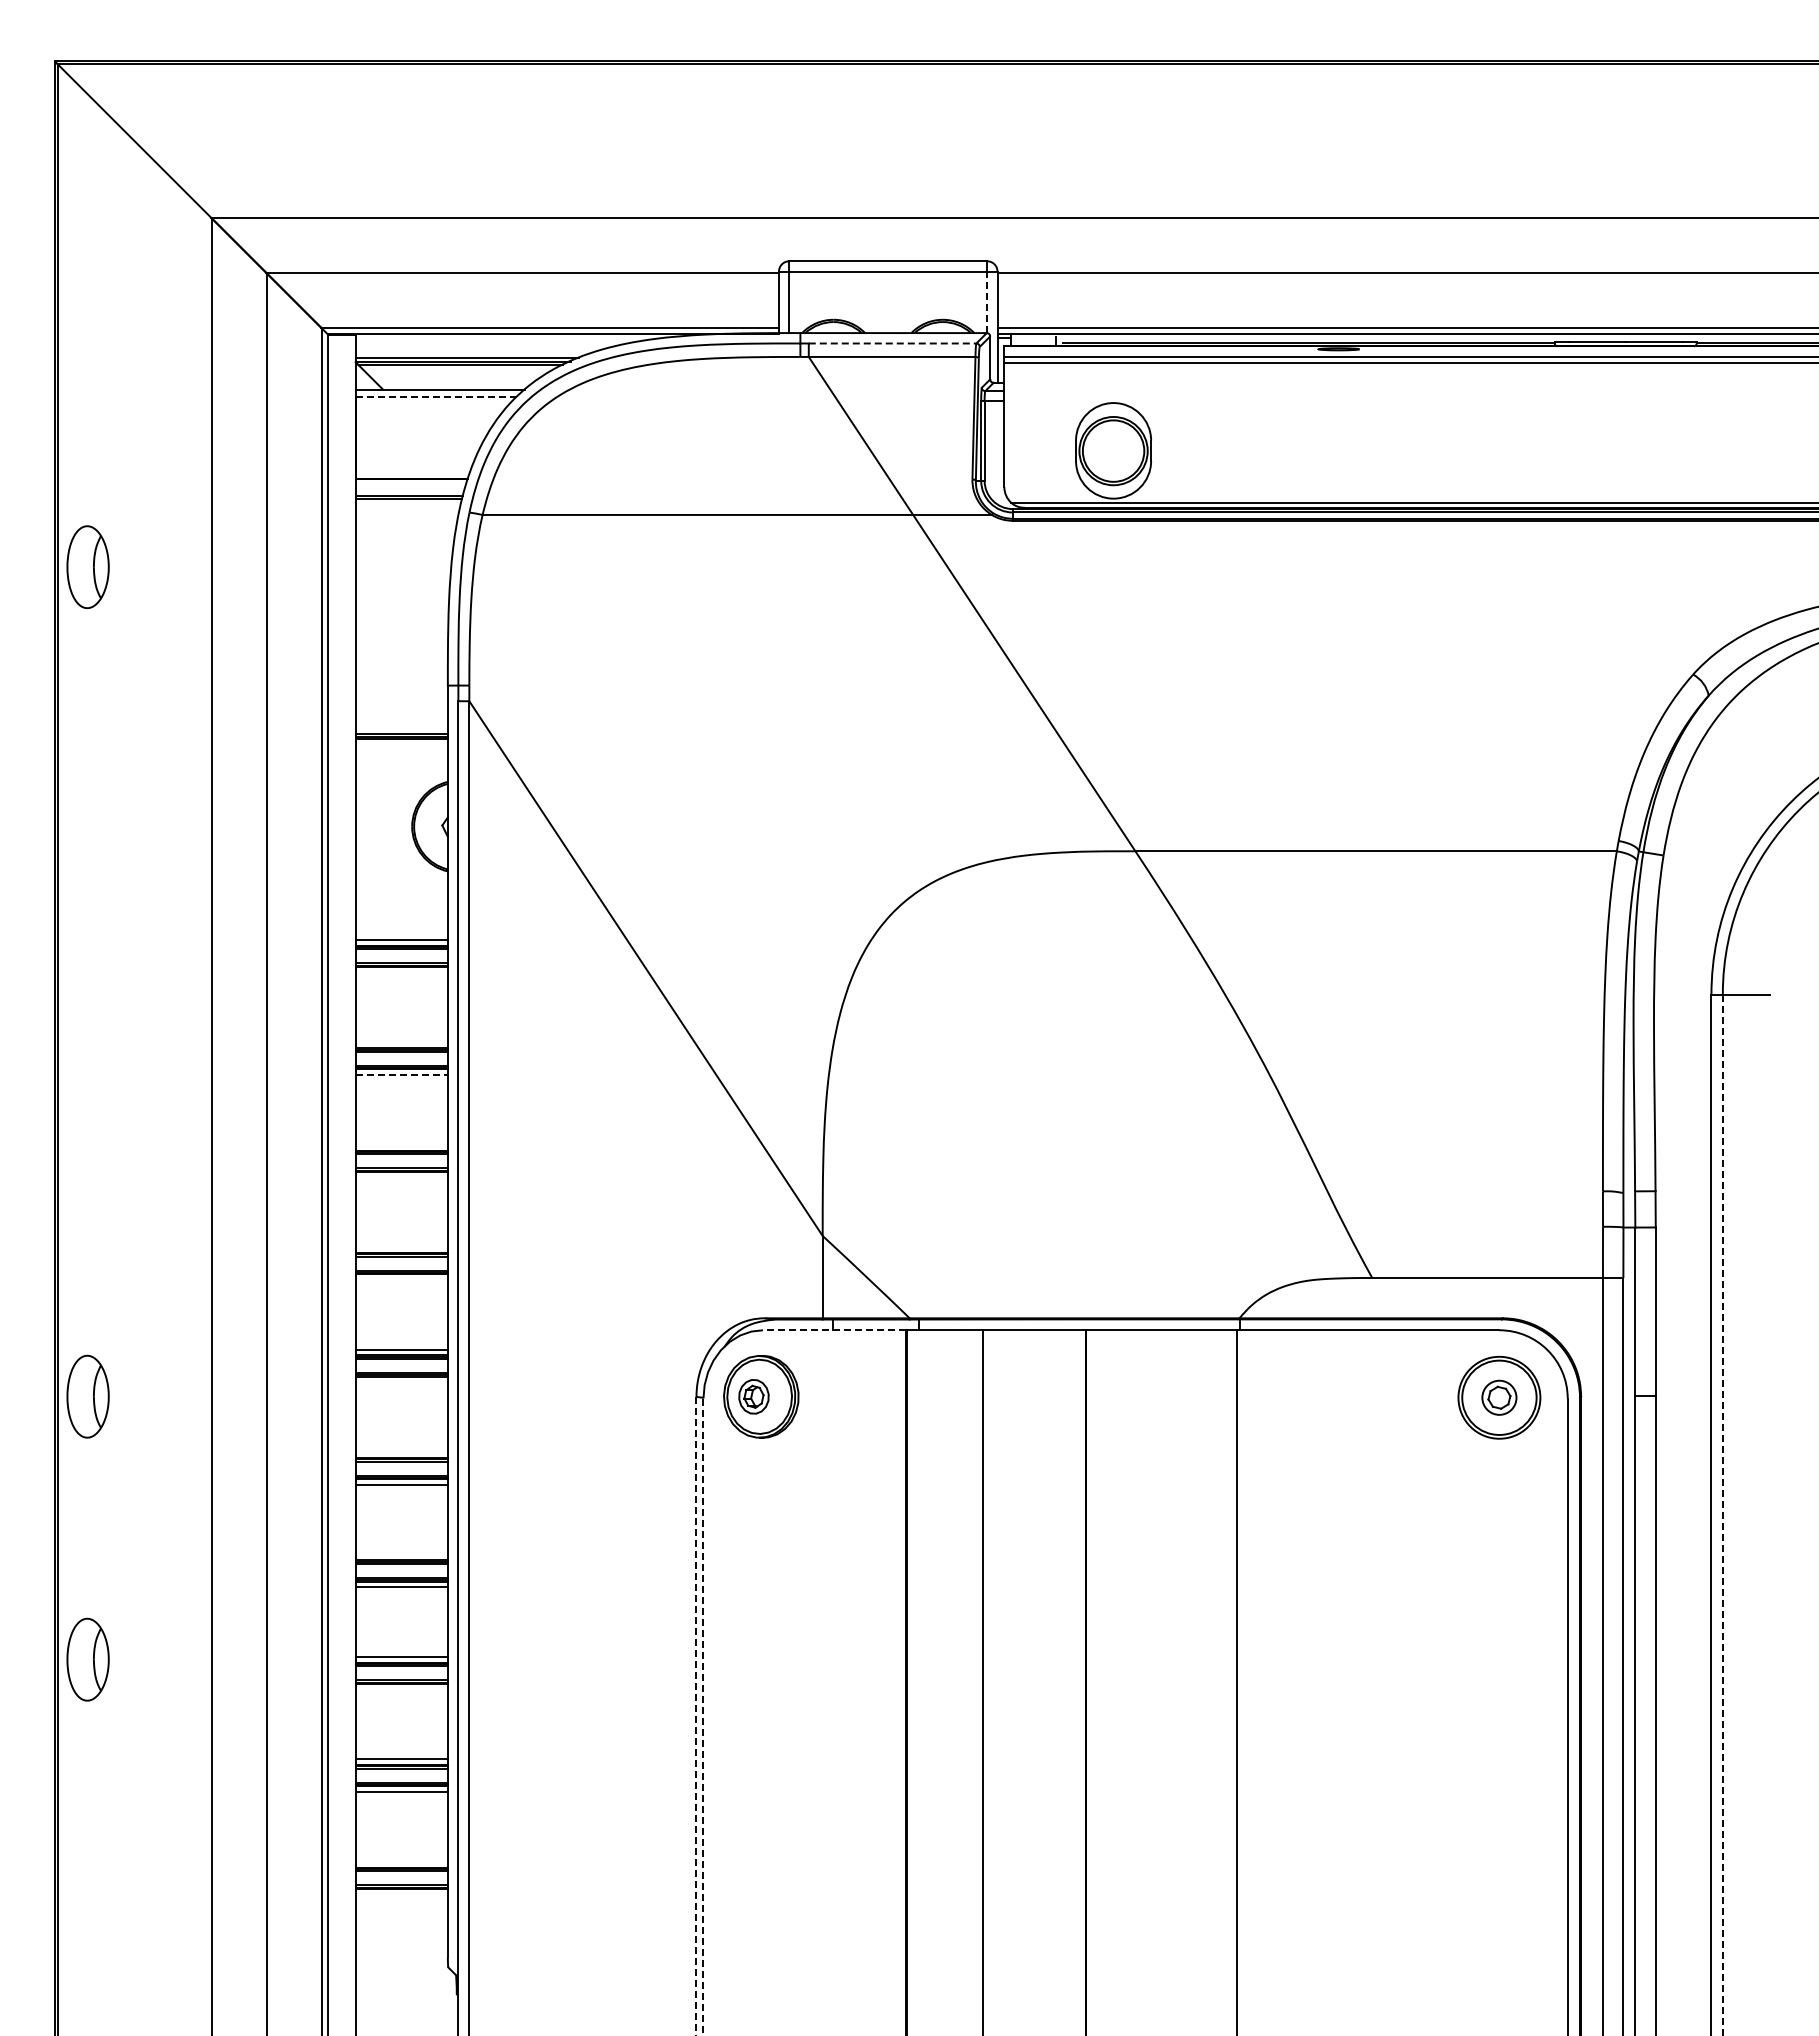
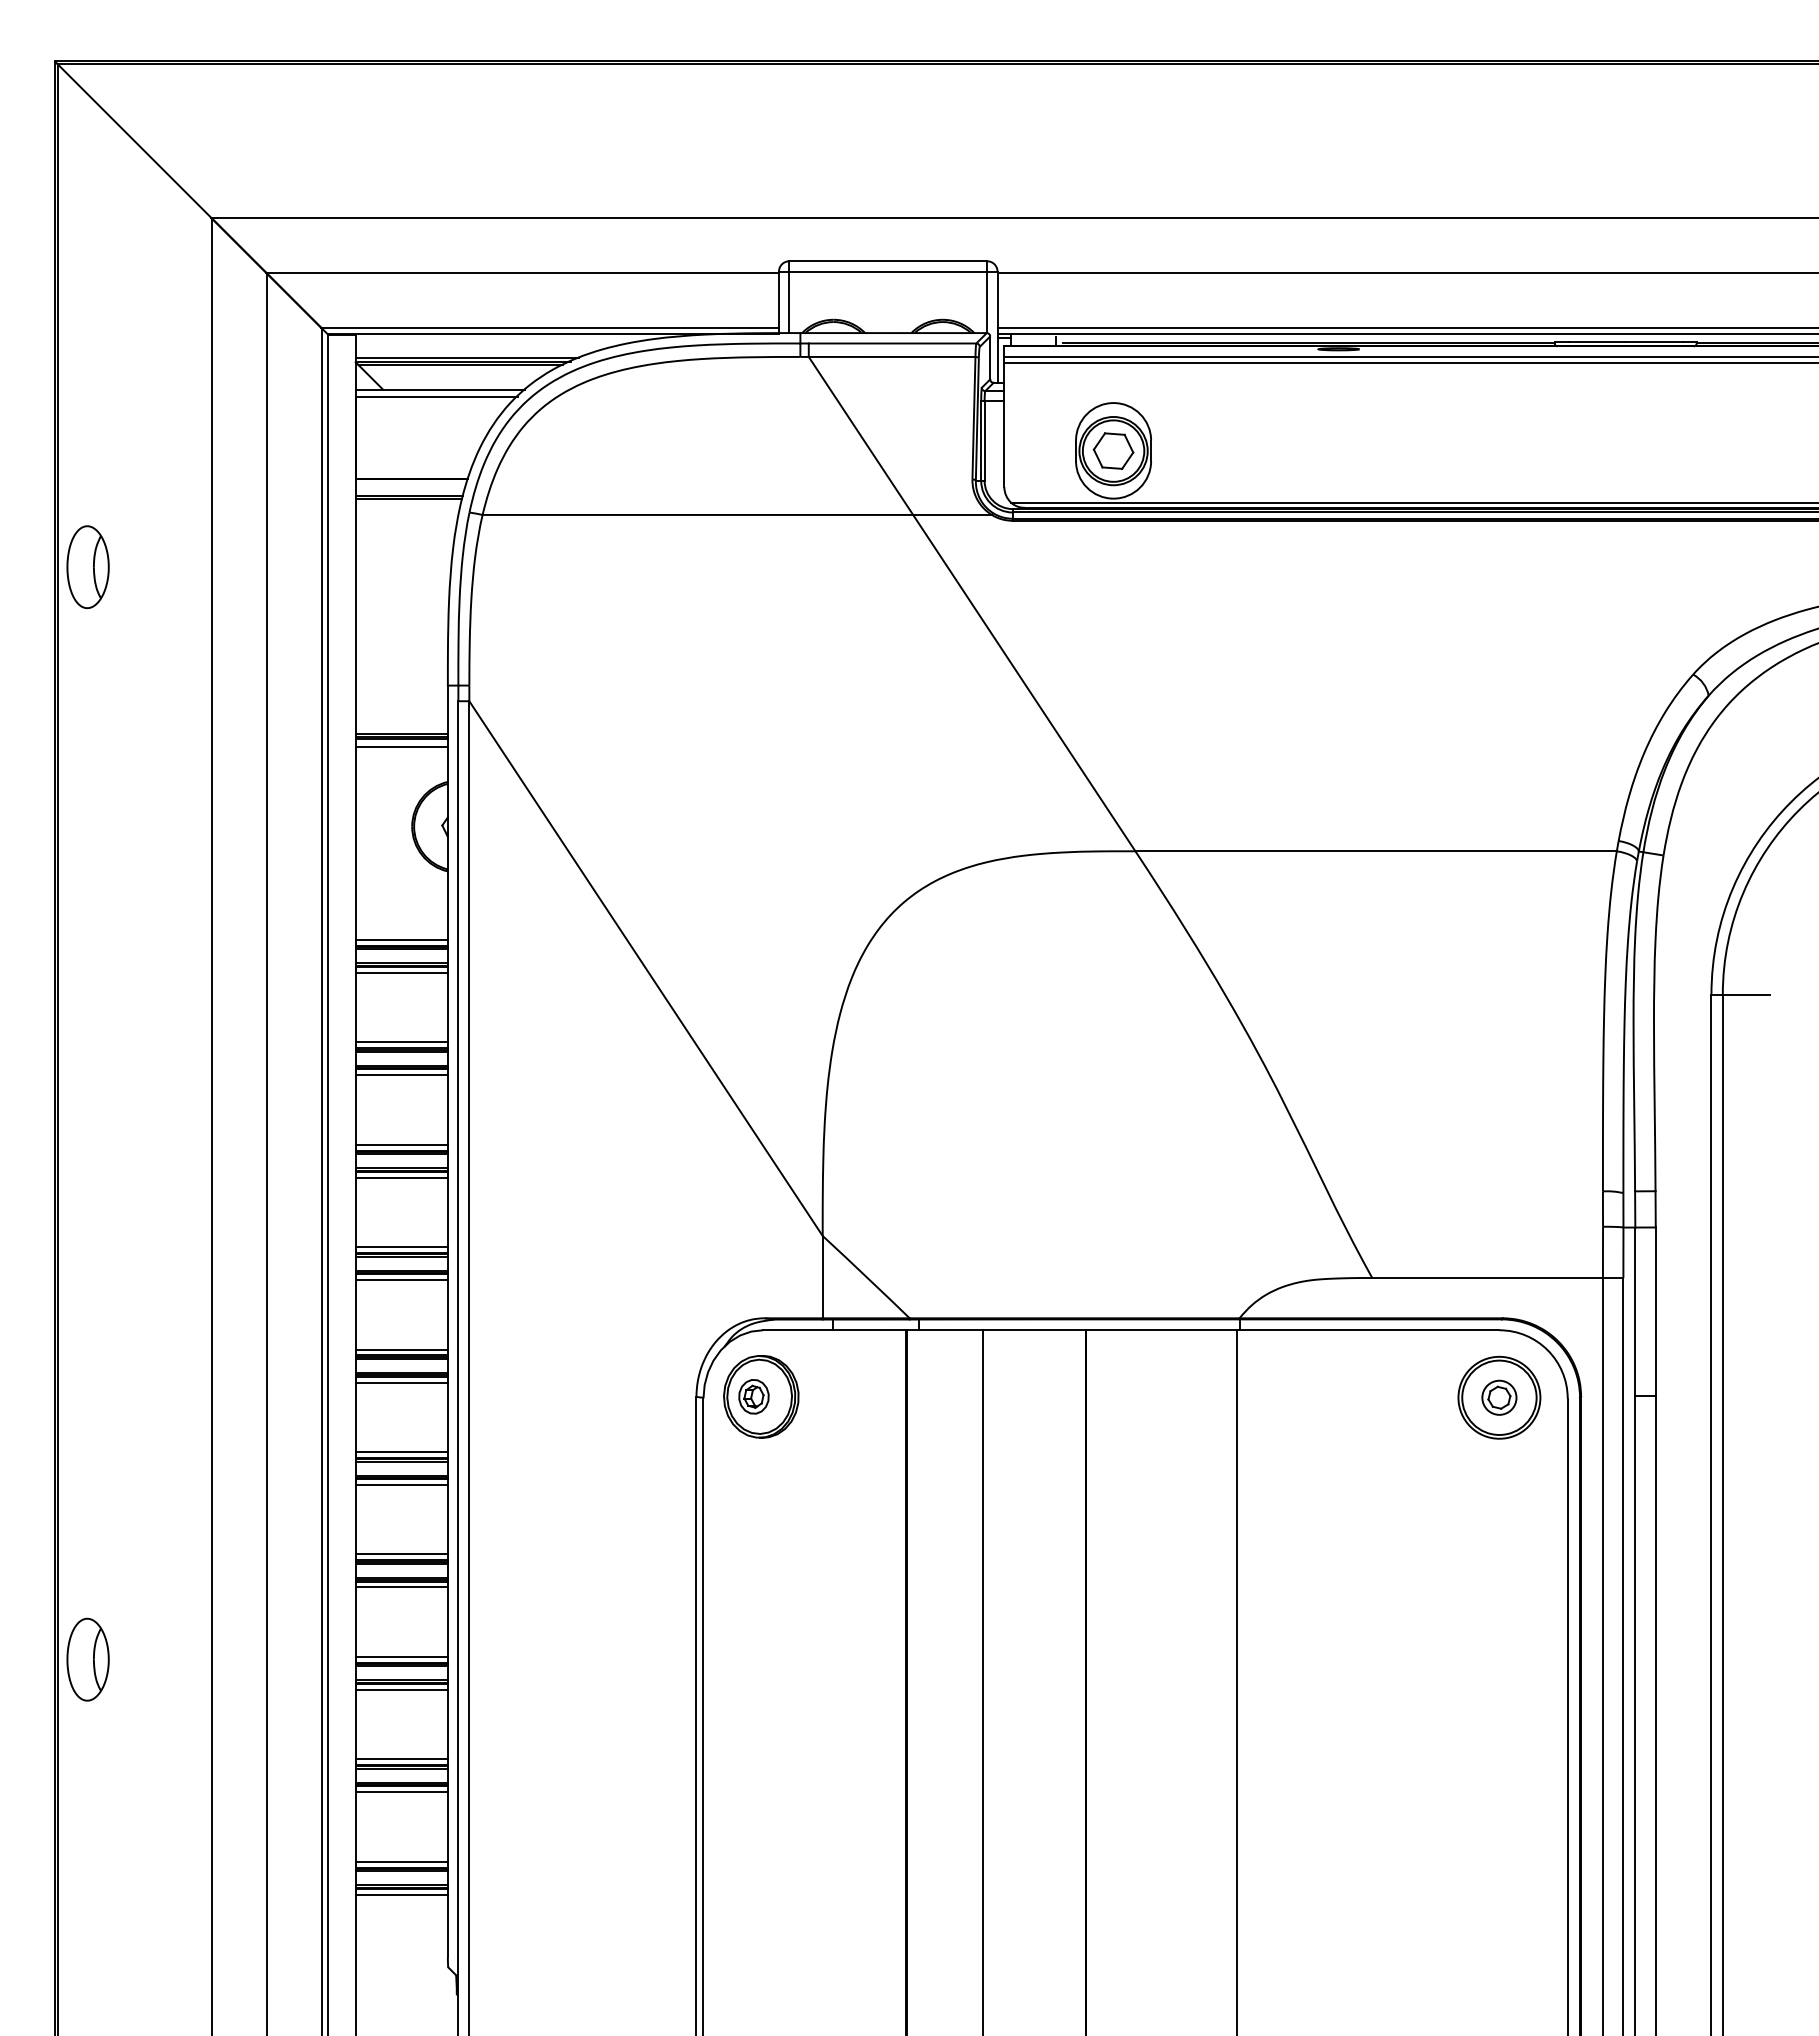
line at (987, 302): dashed -> solid
line at (892, 343): dashed -> solid
line at (437, 396): dashed -> solid
part at (1113, 450): none -> present
line at (401, 747): none -> present
line at (401, 972): none -> present
line at (401, 1042): none -> present
line at (402, 1075): dashed -> solid
line at (401, 1144): none -> present
line at (401, 1177): none -> present
line at (401, 1247): none -> present
line at (401, 1280): none -> present
line at (834, 1330): dashed -> solid
line at (401, 1382): none -> present
part at (87, 1396): present -> none
line at (401, 1452): none -> present
line at (1722, 1515): dashed -> solid
line at (401, 1554): none -> present
line at (401, 1689): none -> present
line at (696, 1716): dashed -> solid
line at (703, 1717): dashed -> solid
line at (401, 1861): none -> present
line at (401, 1894): none -> present
